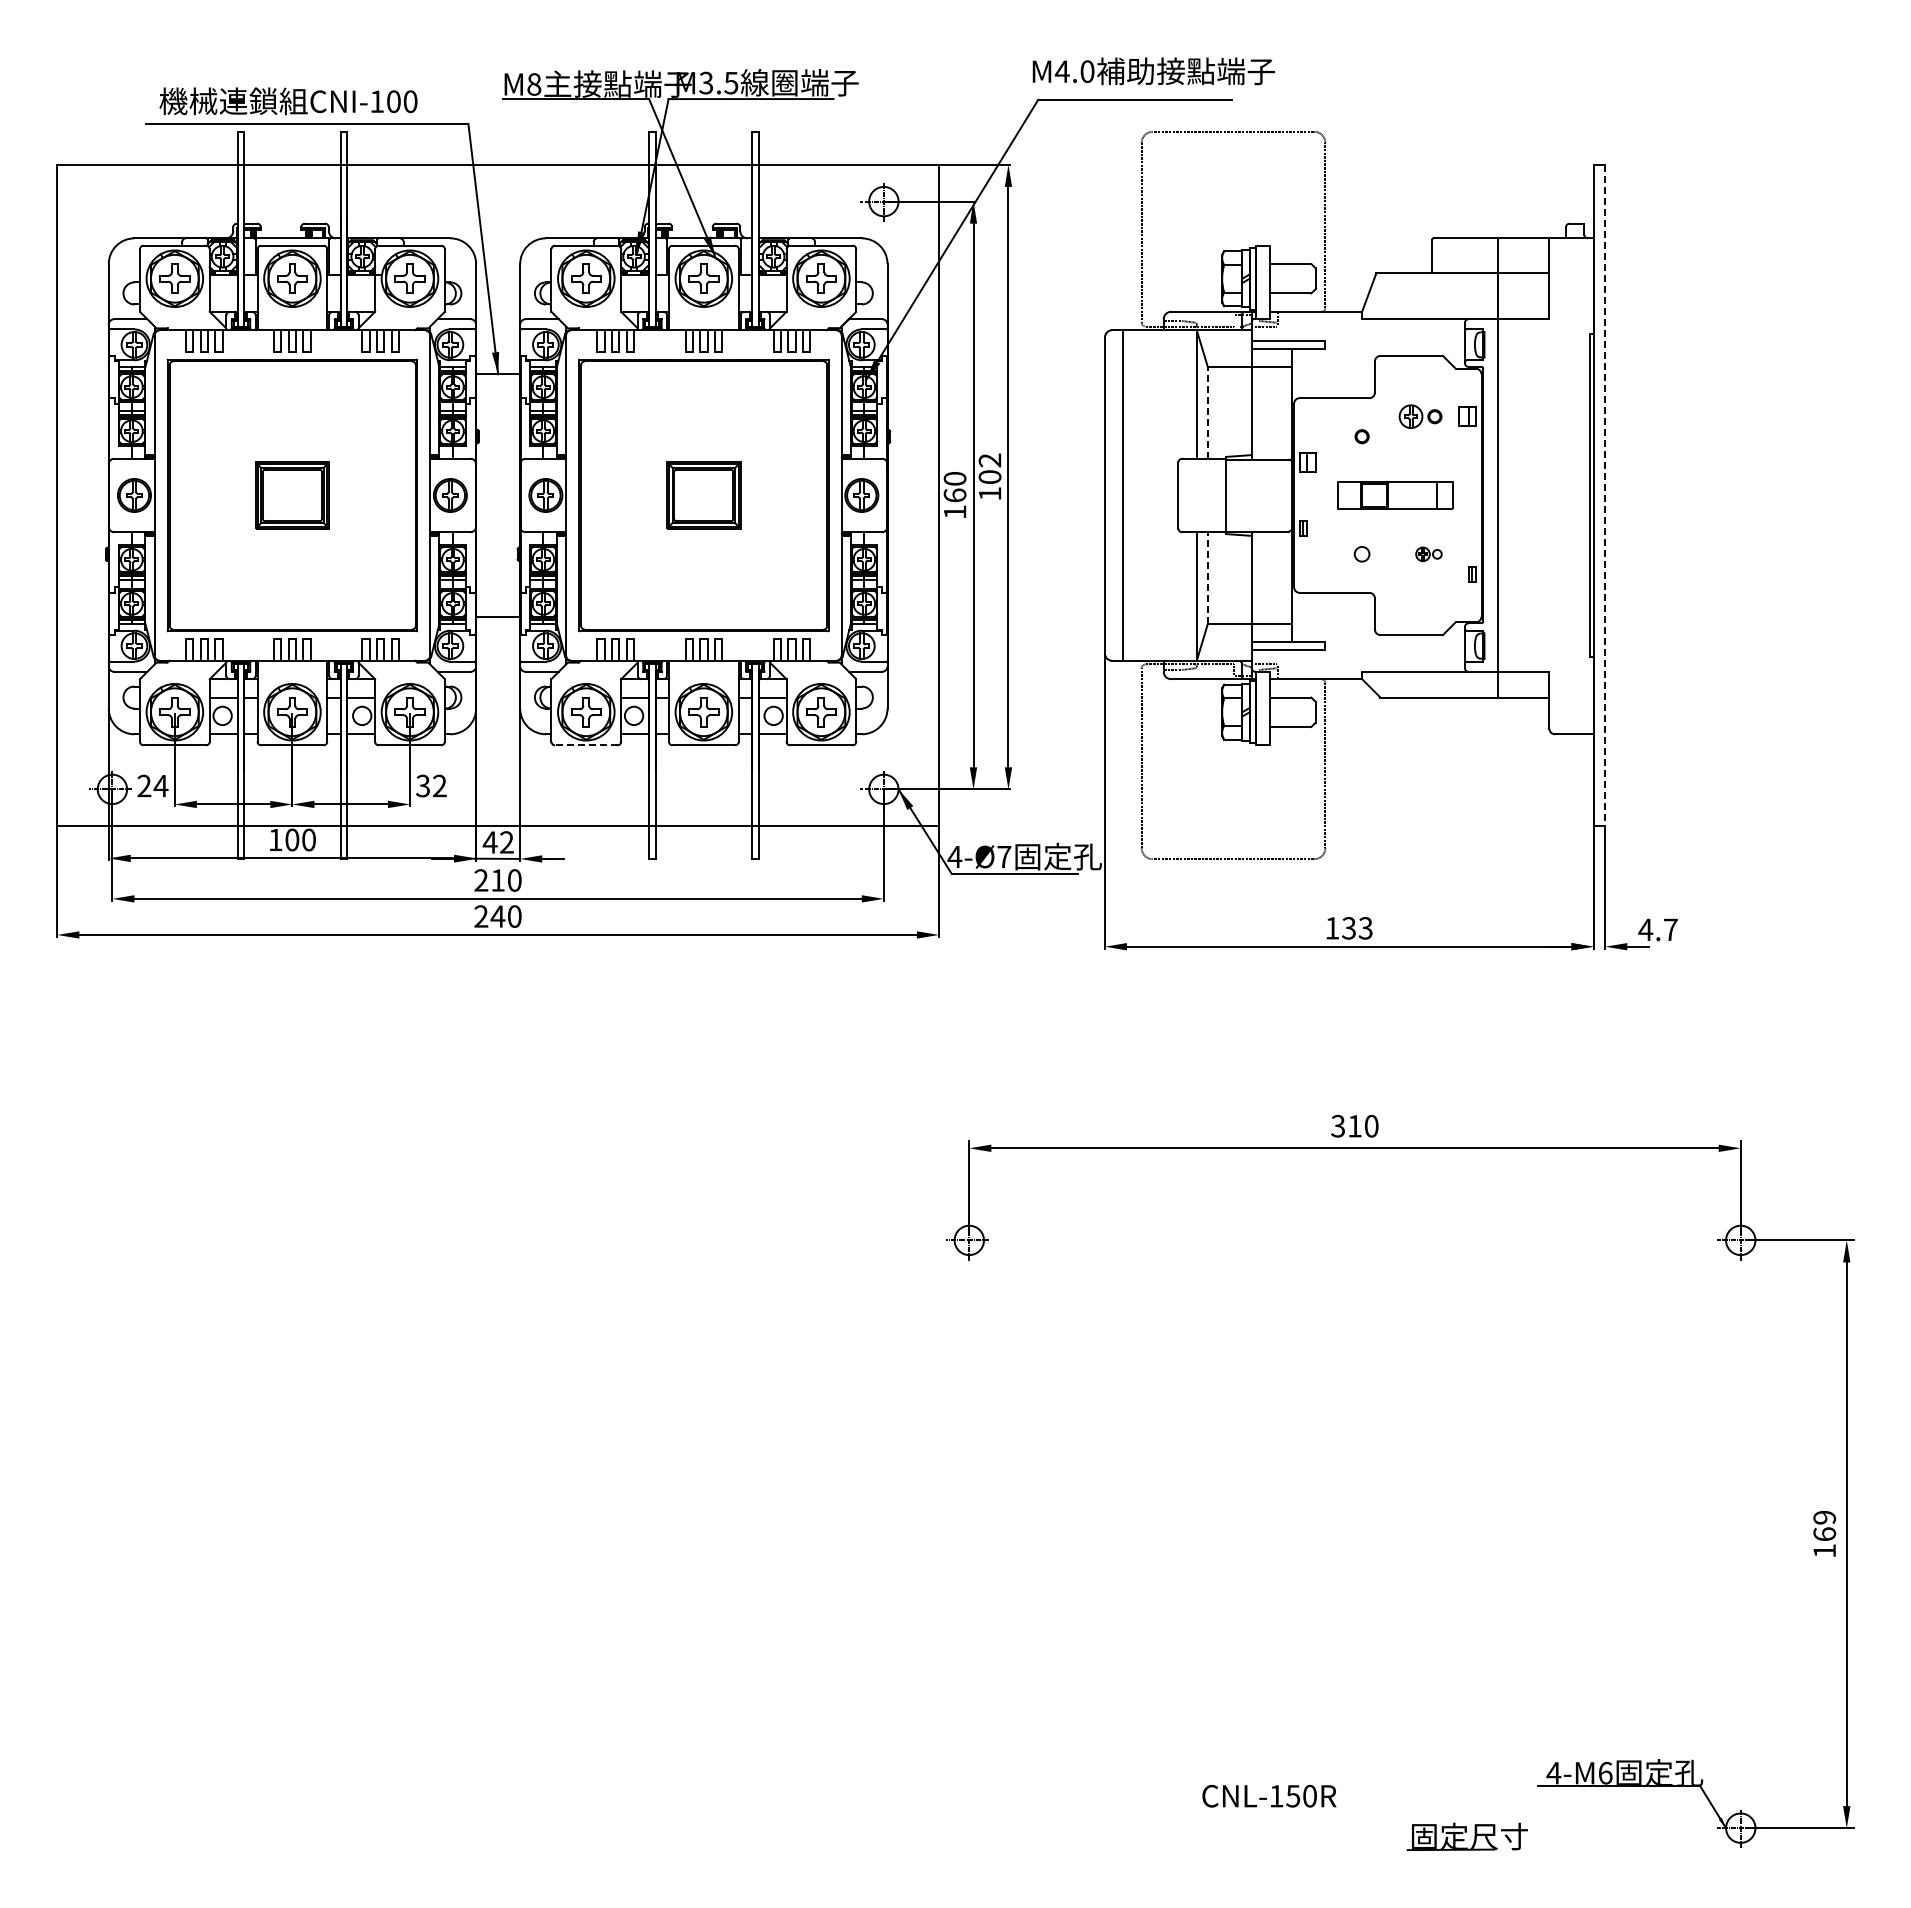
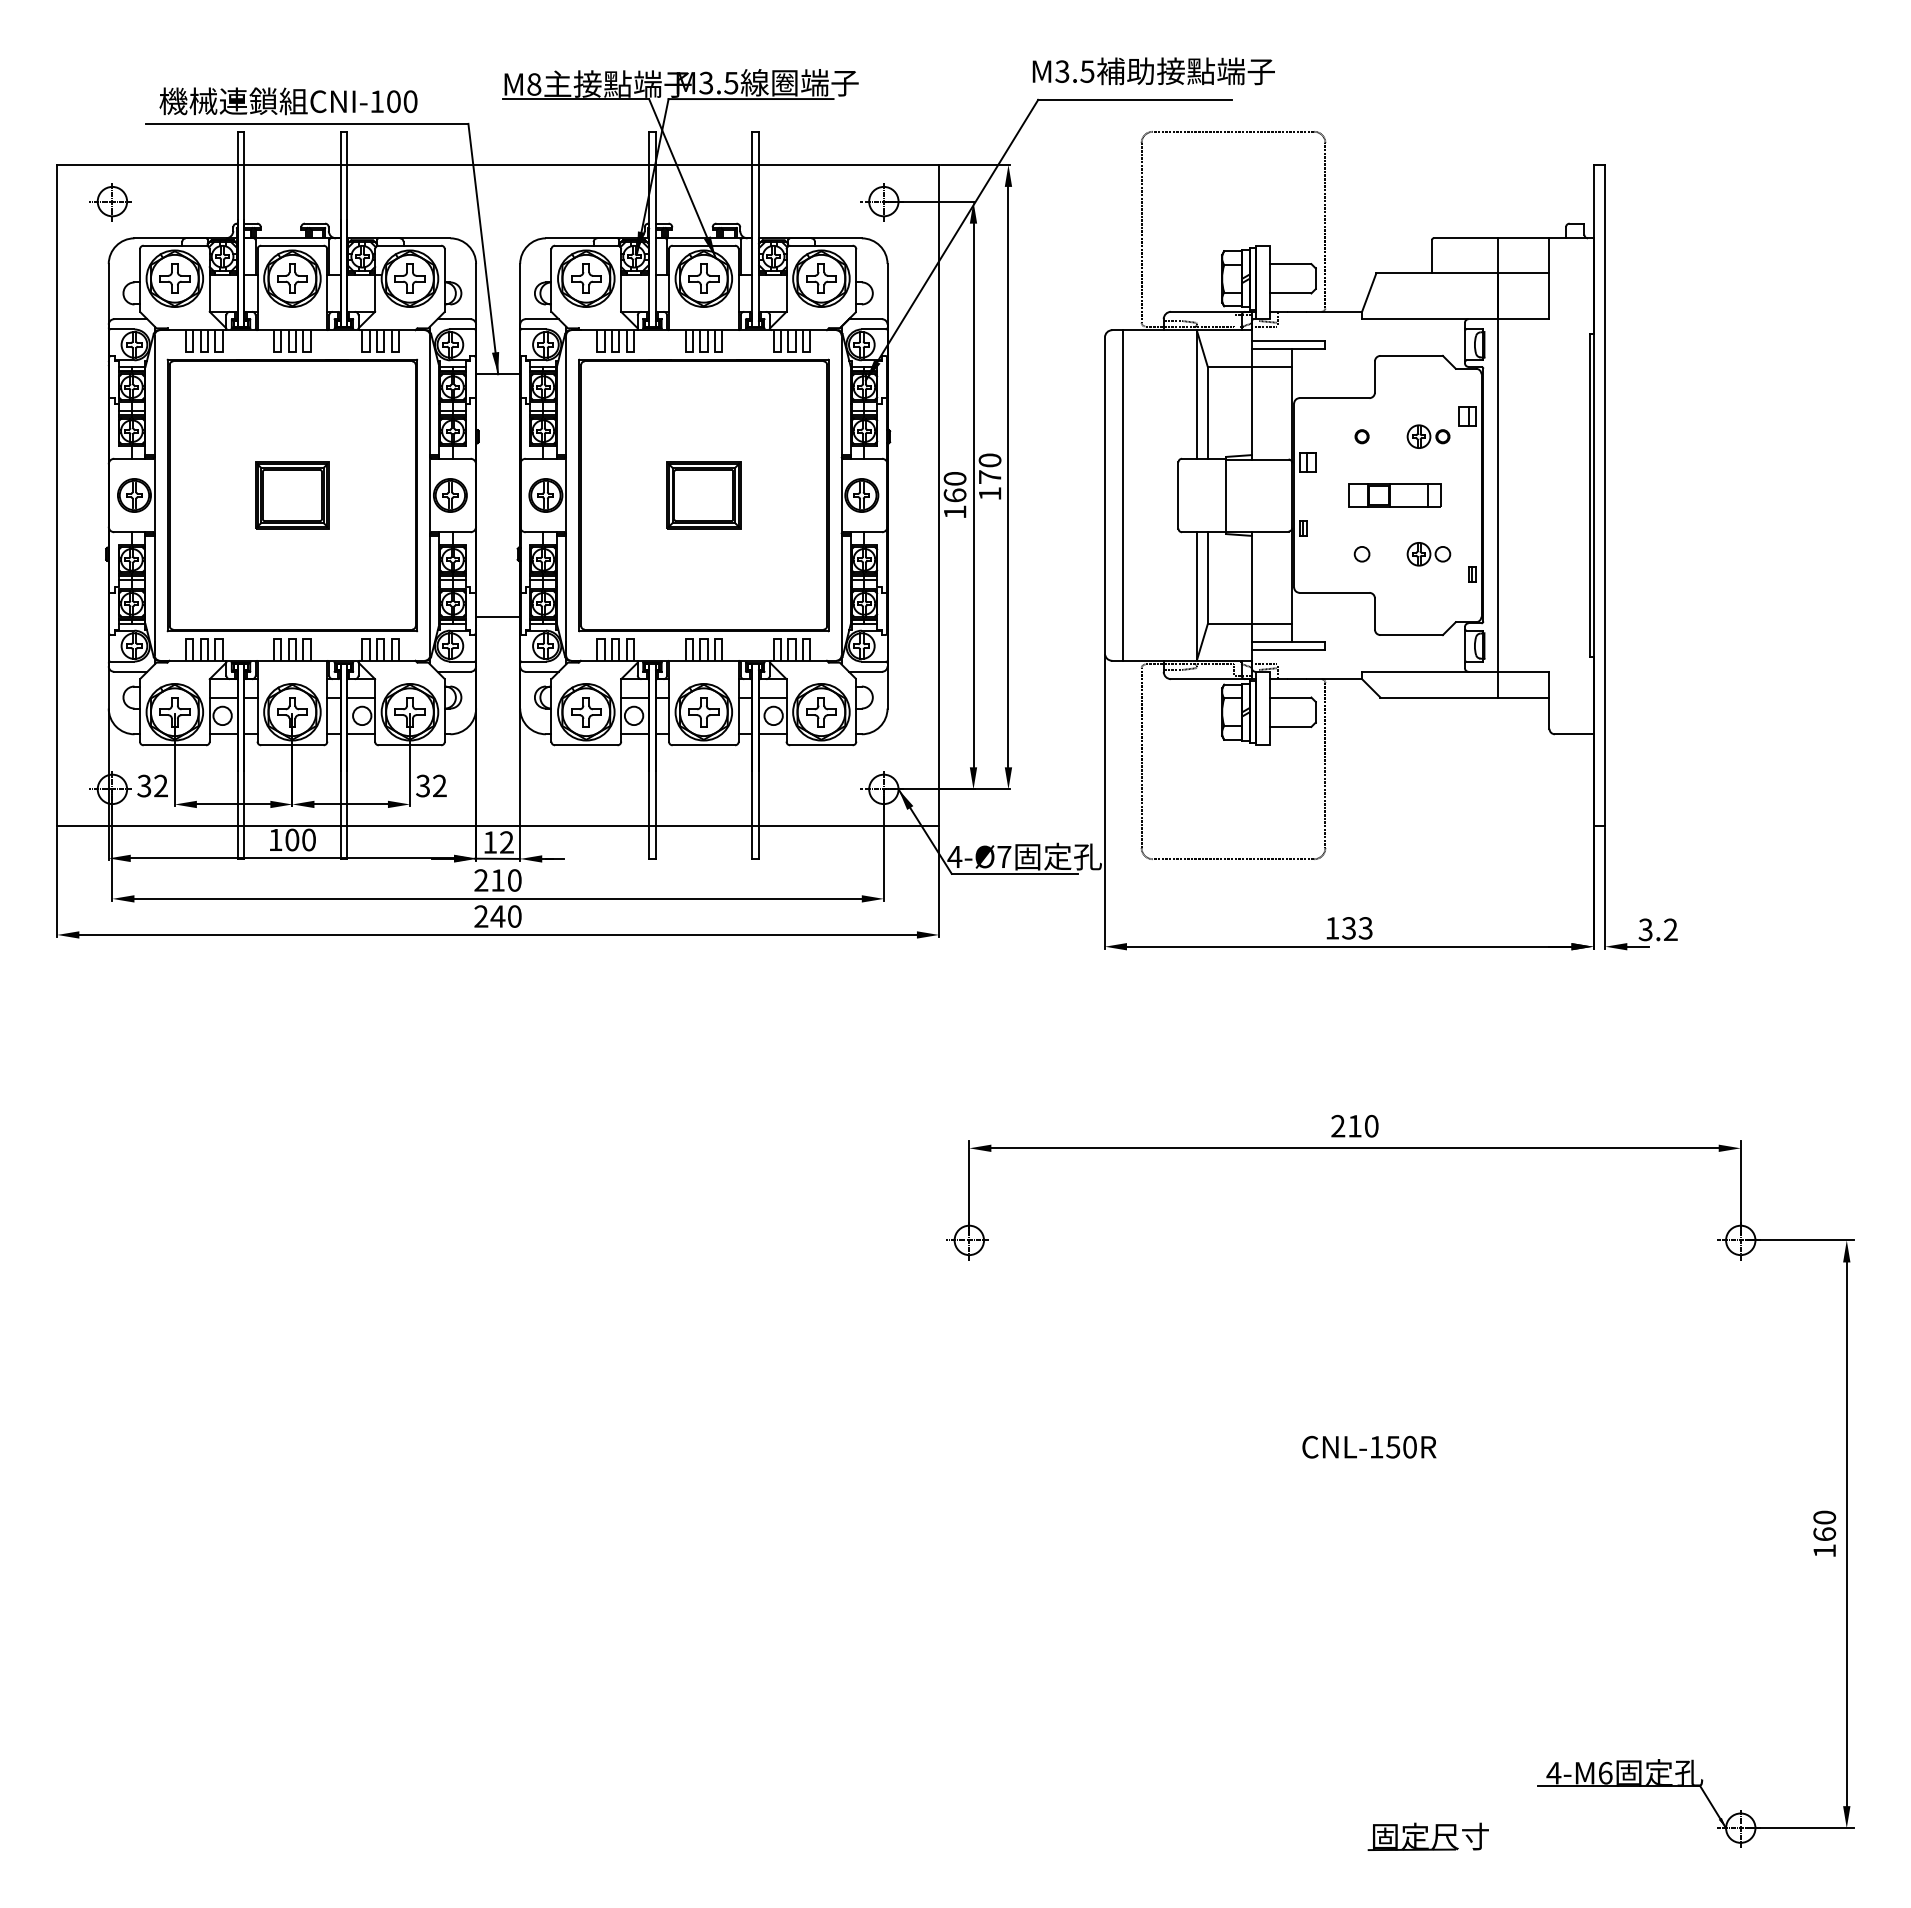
text at (1074, 71): M4.0 -> M3.5
part at (110, 202): none -> present
line at (1207, 412): dashed -> solid
part at (1420, 416) position: (1420, 416) -> (1428, 436)
text at (989, 468): 102 -> 170
part at (1395, 495) size: 117x29 px -> 94x25 px
line at (1605, 495): dashed -> solid
part at (1428, 554) size: 28x17 px -> 46x25 px
line at (1207, 578): dashed -> solid
line at (585, 745): dashed -> solid
text at (152, 785): 24 -> 32
text at (489, 842): 42 -> 12
text at (1657, 929): 4.7 -> 3.2
text at (1338, 1126): 310 -> 210
text at (1824, 1517): 169 -> 160
text at (1269, 1795) position: (1269, 1795) -> (1369, 1446)
part at (1466, 1836) position: (1466, 1836) -> (1427, 1836)
